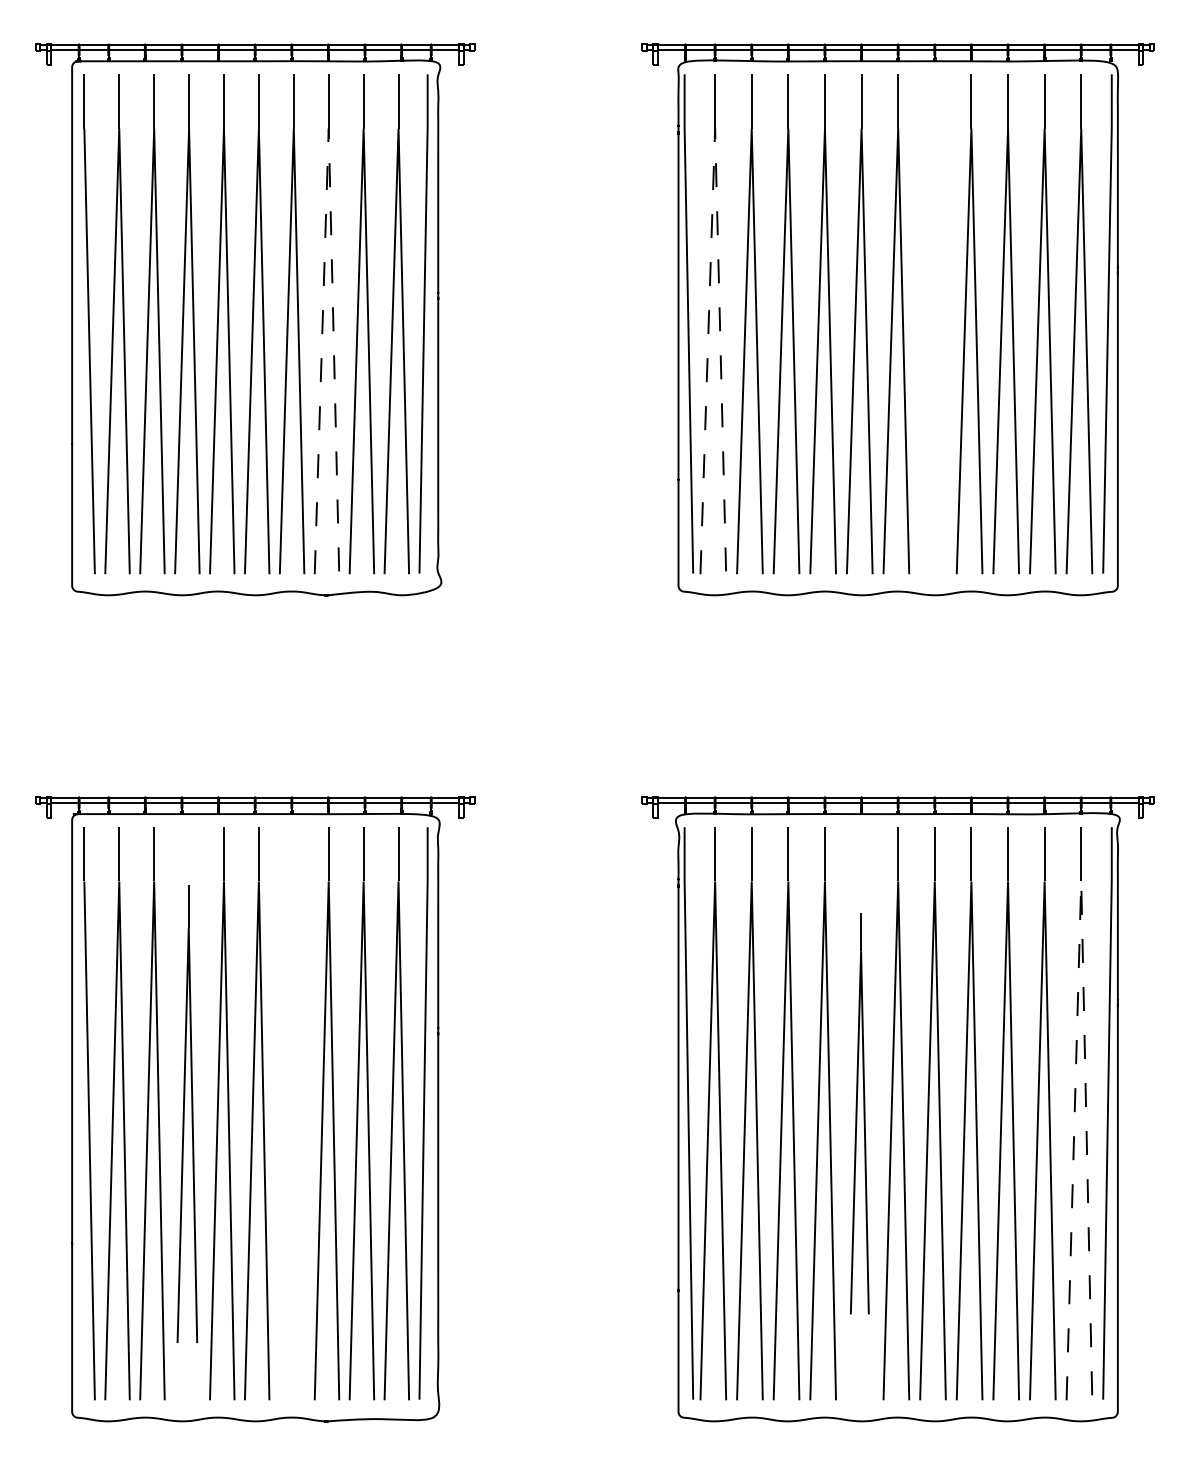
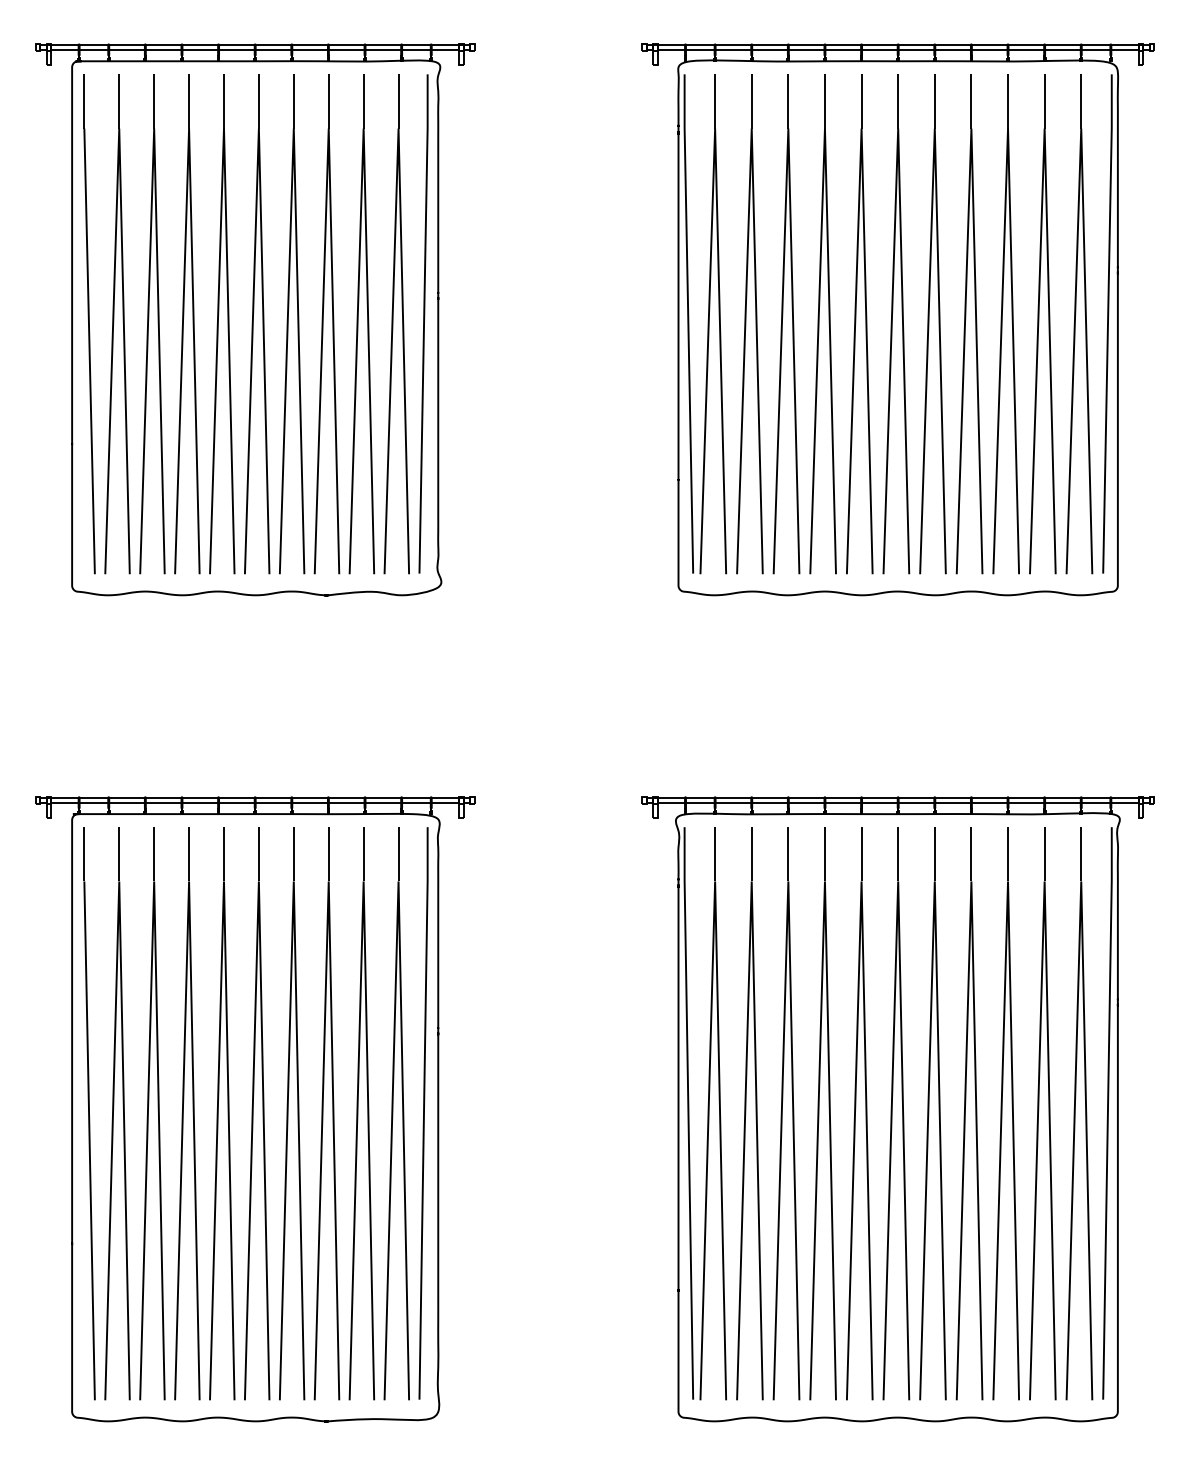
line at (328, 128): dashed -> solid
line at (715, 128): dashed -> solid
part at (932, 324): none -> present
line at (1081, 881): dashed -> solid
part at (187, 1113) size: 23x458 px -> 27x574 px
part at (292, 1113): none -> present
part at (859, 1113) size: 20x402 px -> 28x574 px
